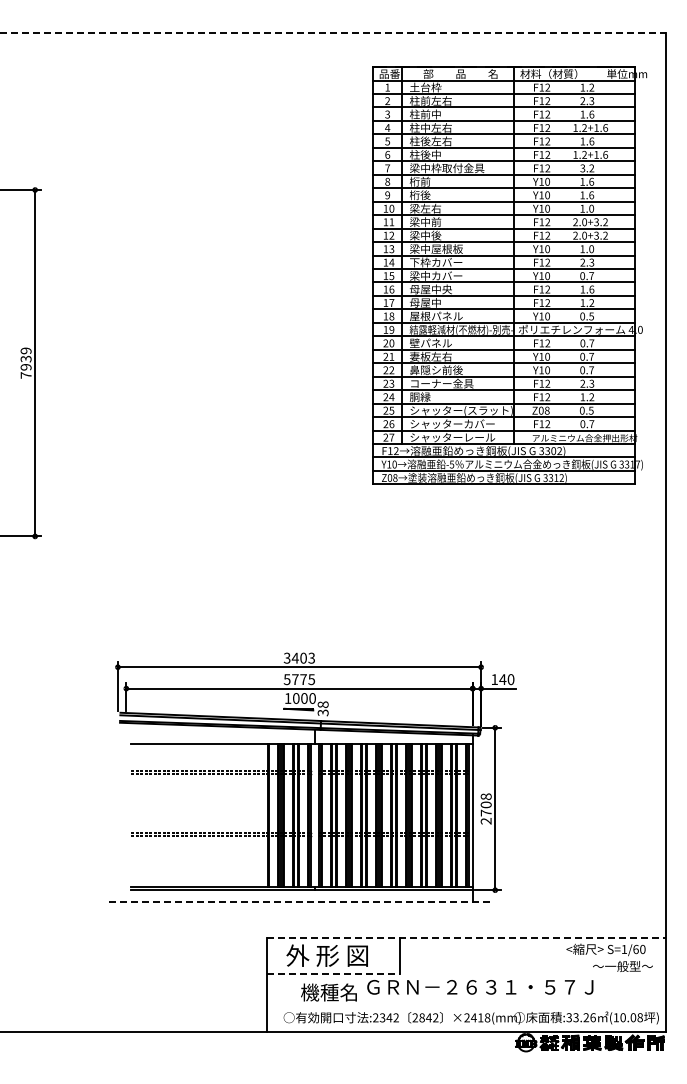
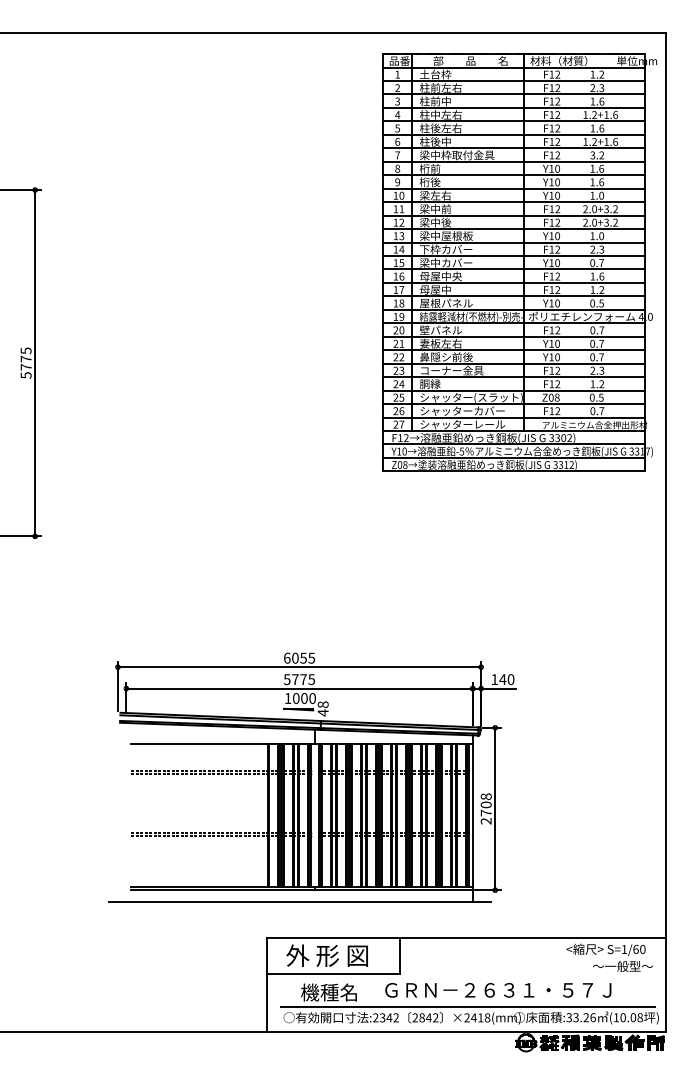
line at (333, 32): dashed -> solid
part at (509, 275) position: (509, 275) -> (519, 262)
text at (25, 362): 7939 -> 5775
text at (298, 657): 3403 -> 6055
text at (322, 712): 38 -> 48
line at (299, 902): dashed -> solid
line at (466, 938): dashed -> solid
line at (333, 974): dashed -> solid
text at (480, 987) position: (480, 987) -> (498, 990)
line at (468, 1006): none -> present
